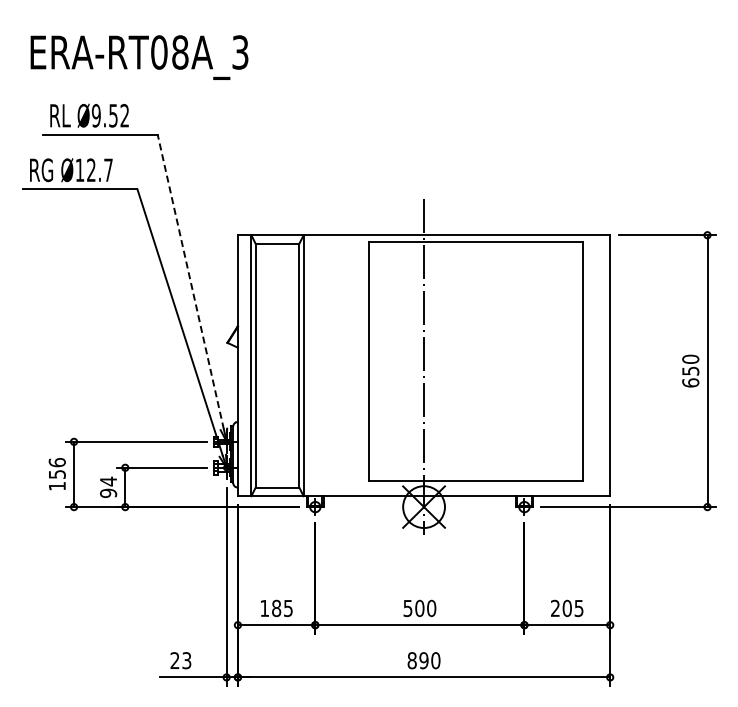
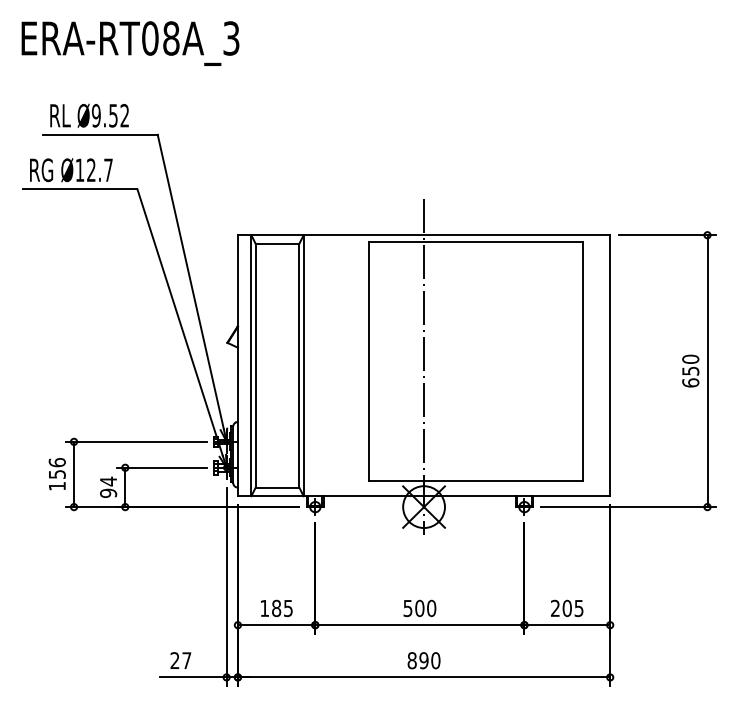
text at (139, 57) position: (139, 57) -> (130, 43)
line at (190, 282): dashed -> solid
text at (186, 660): 23 -> 27
